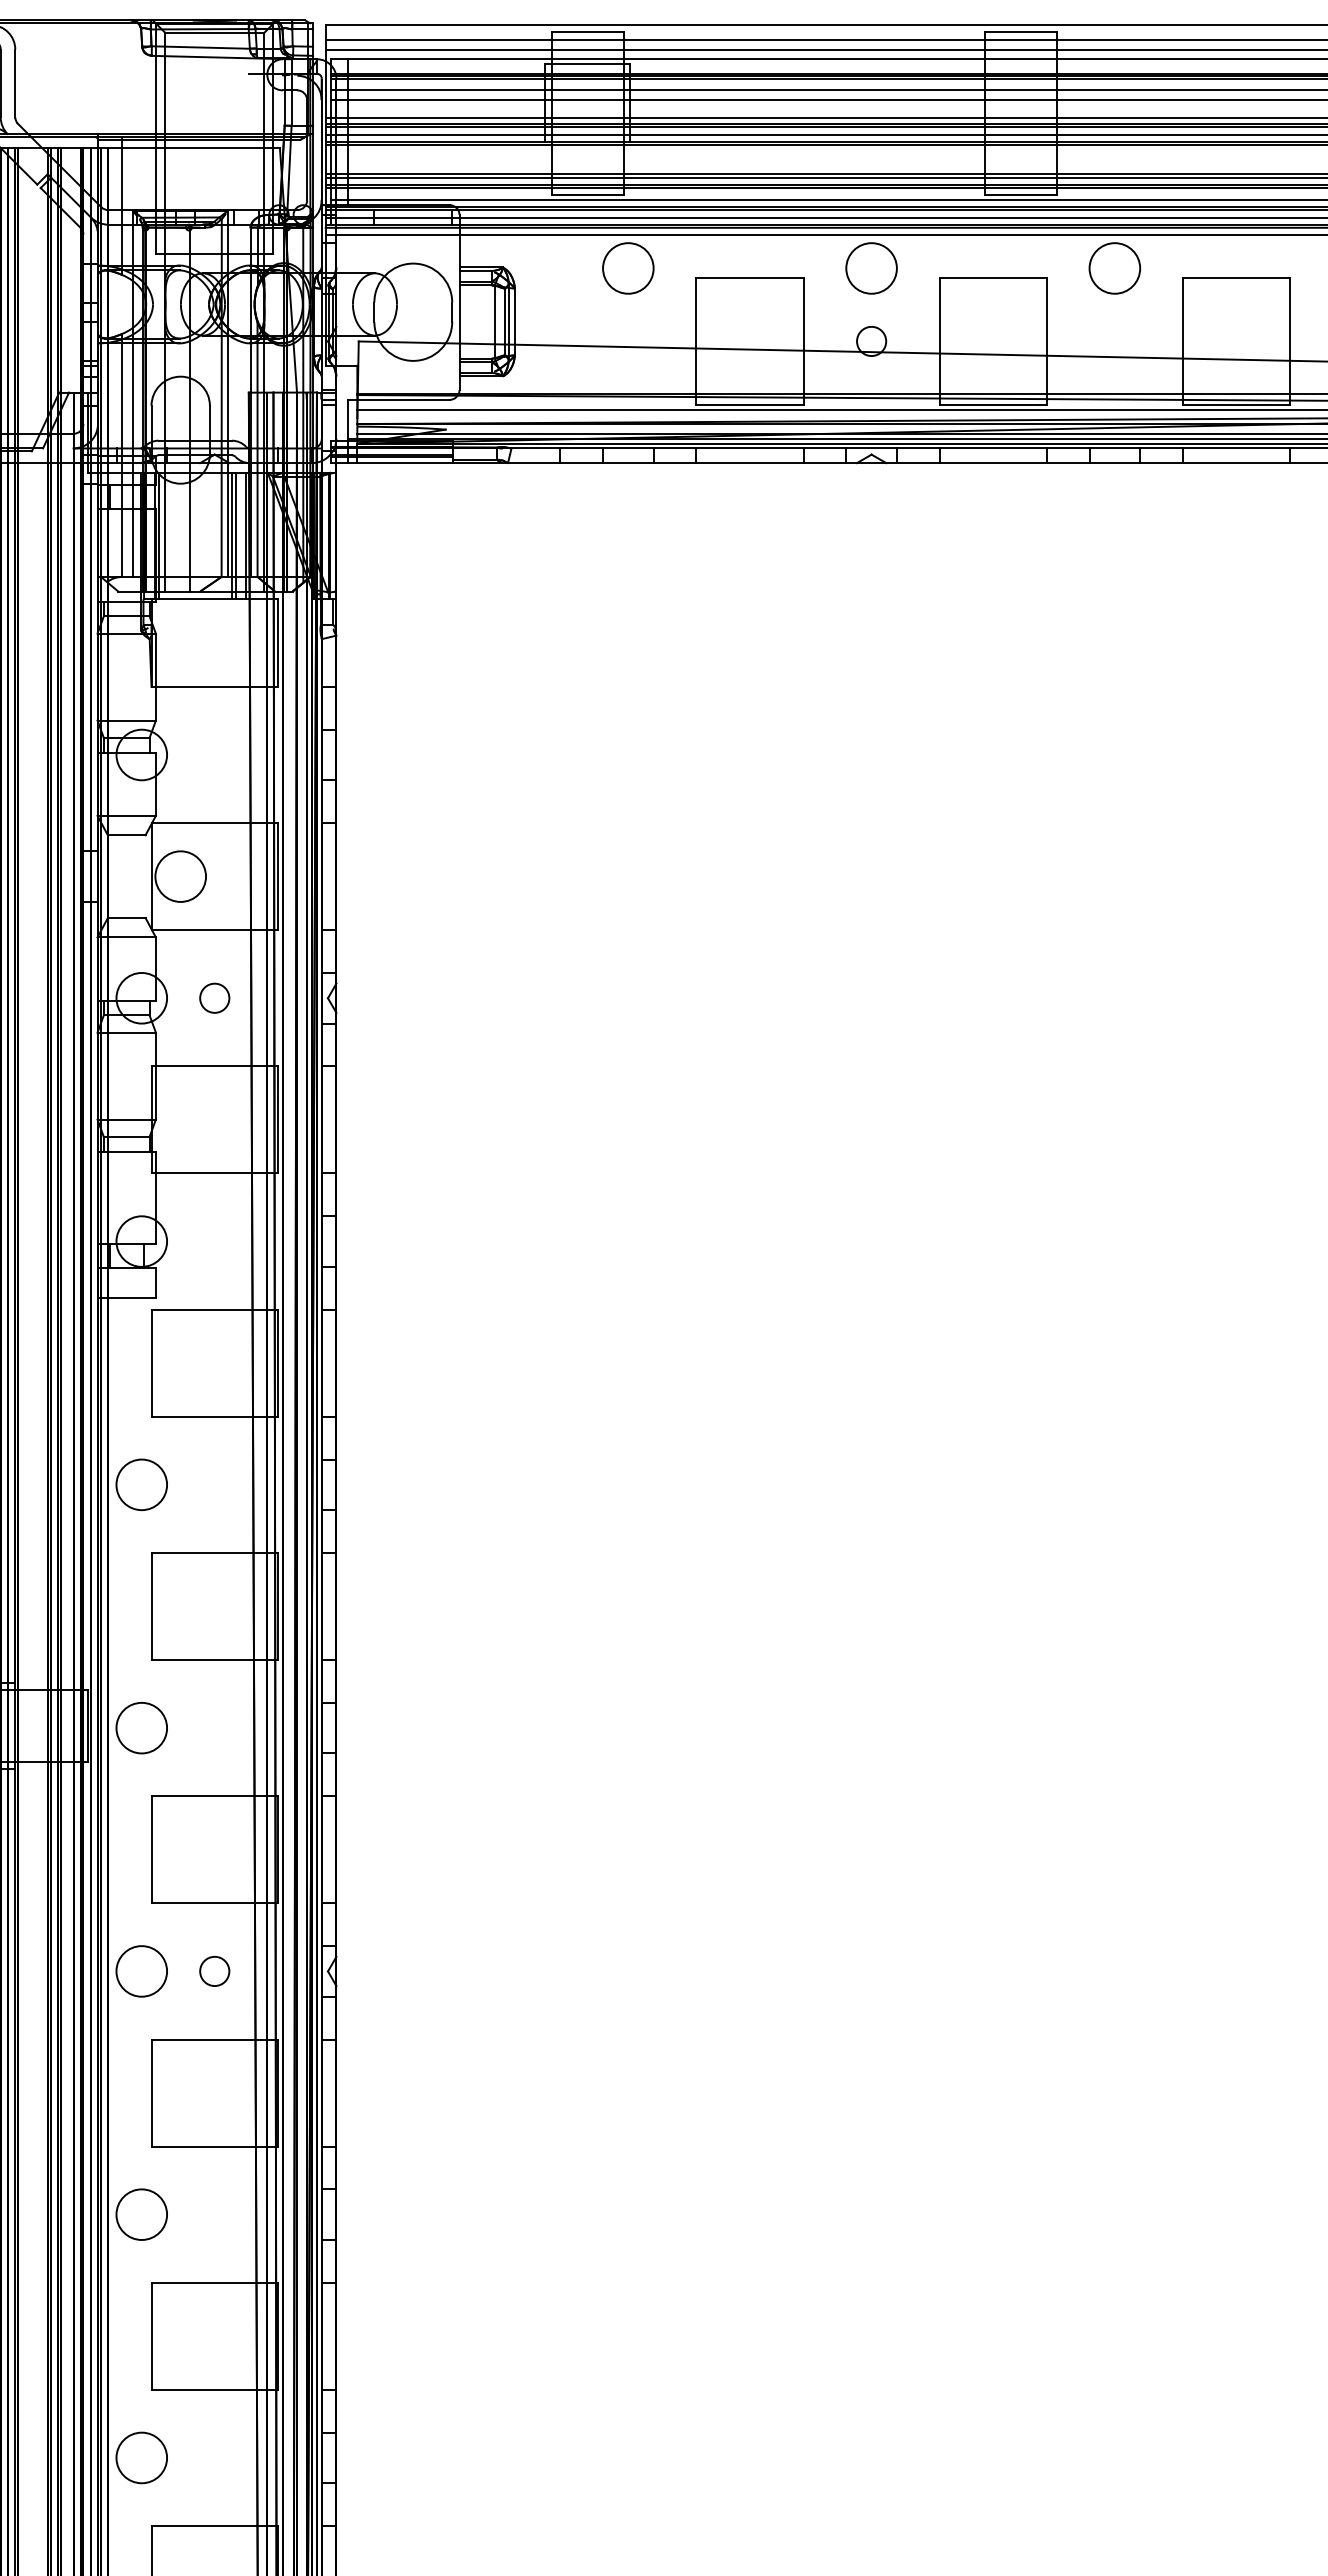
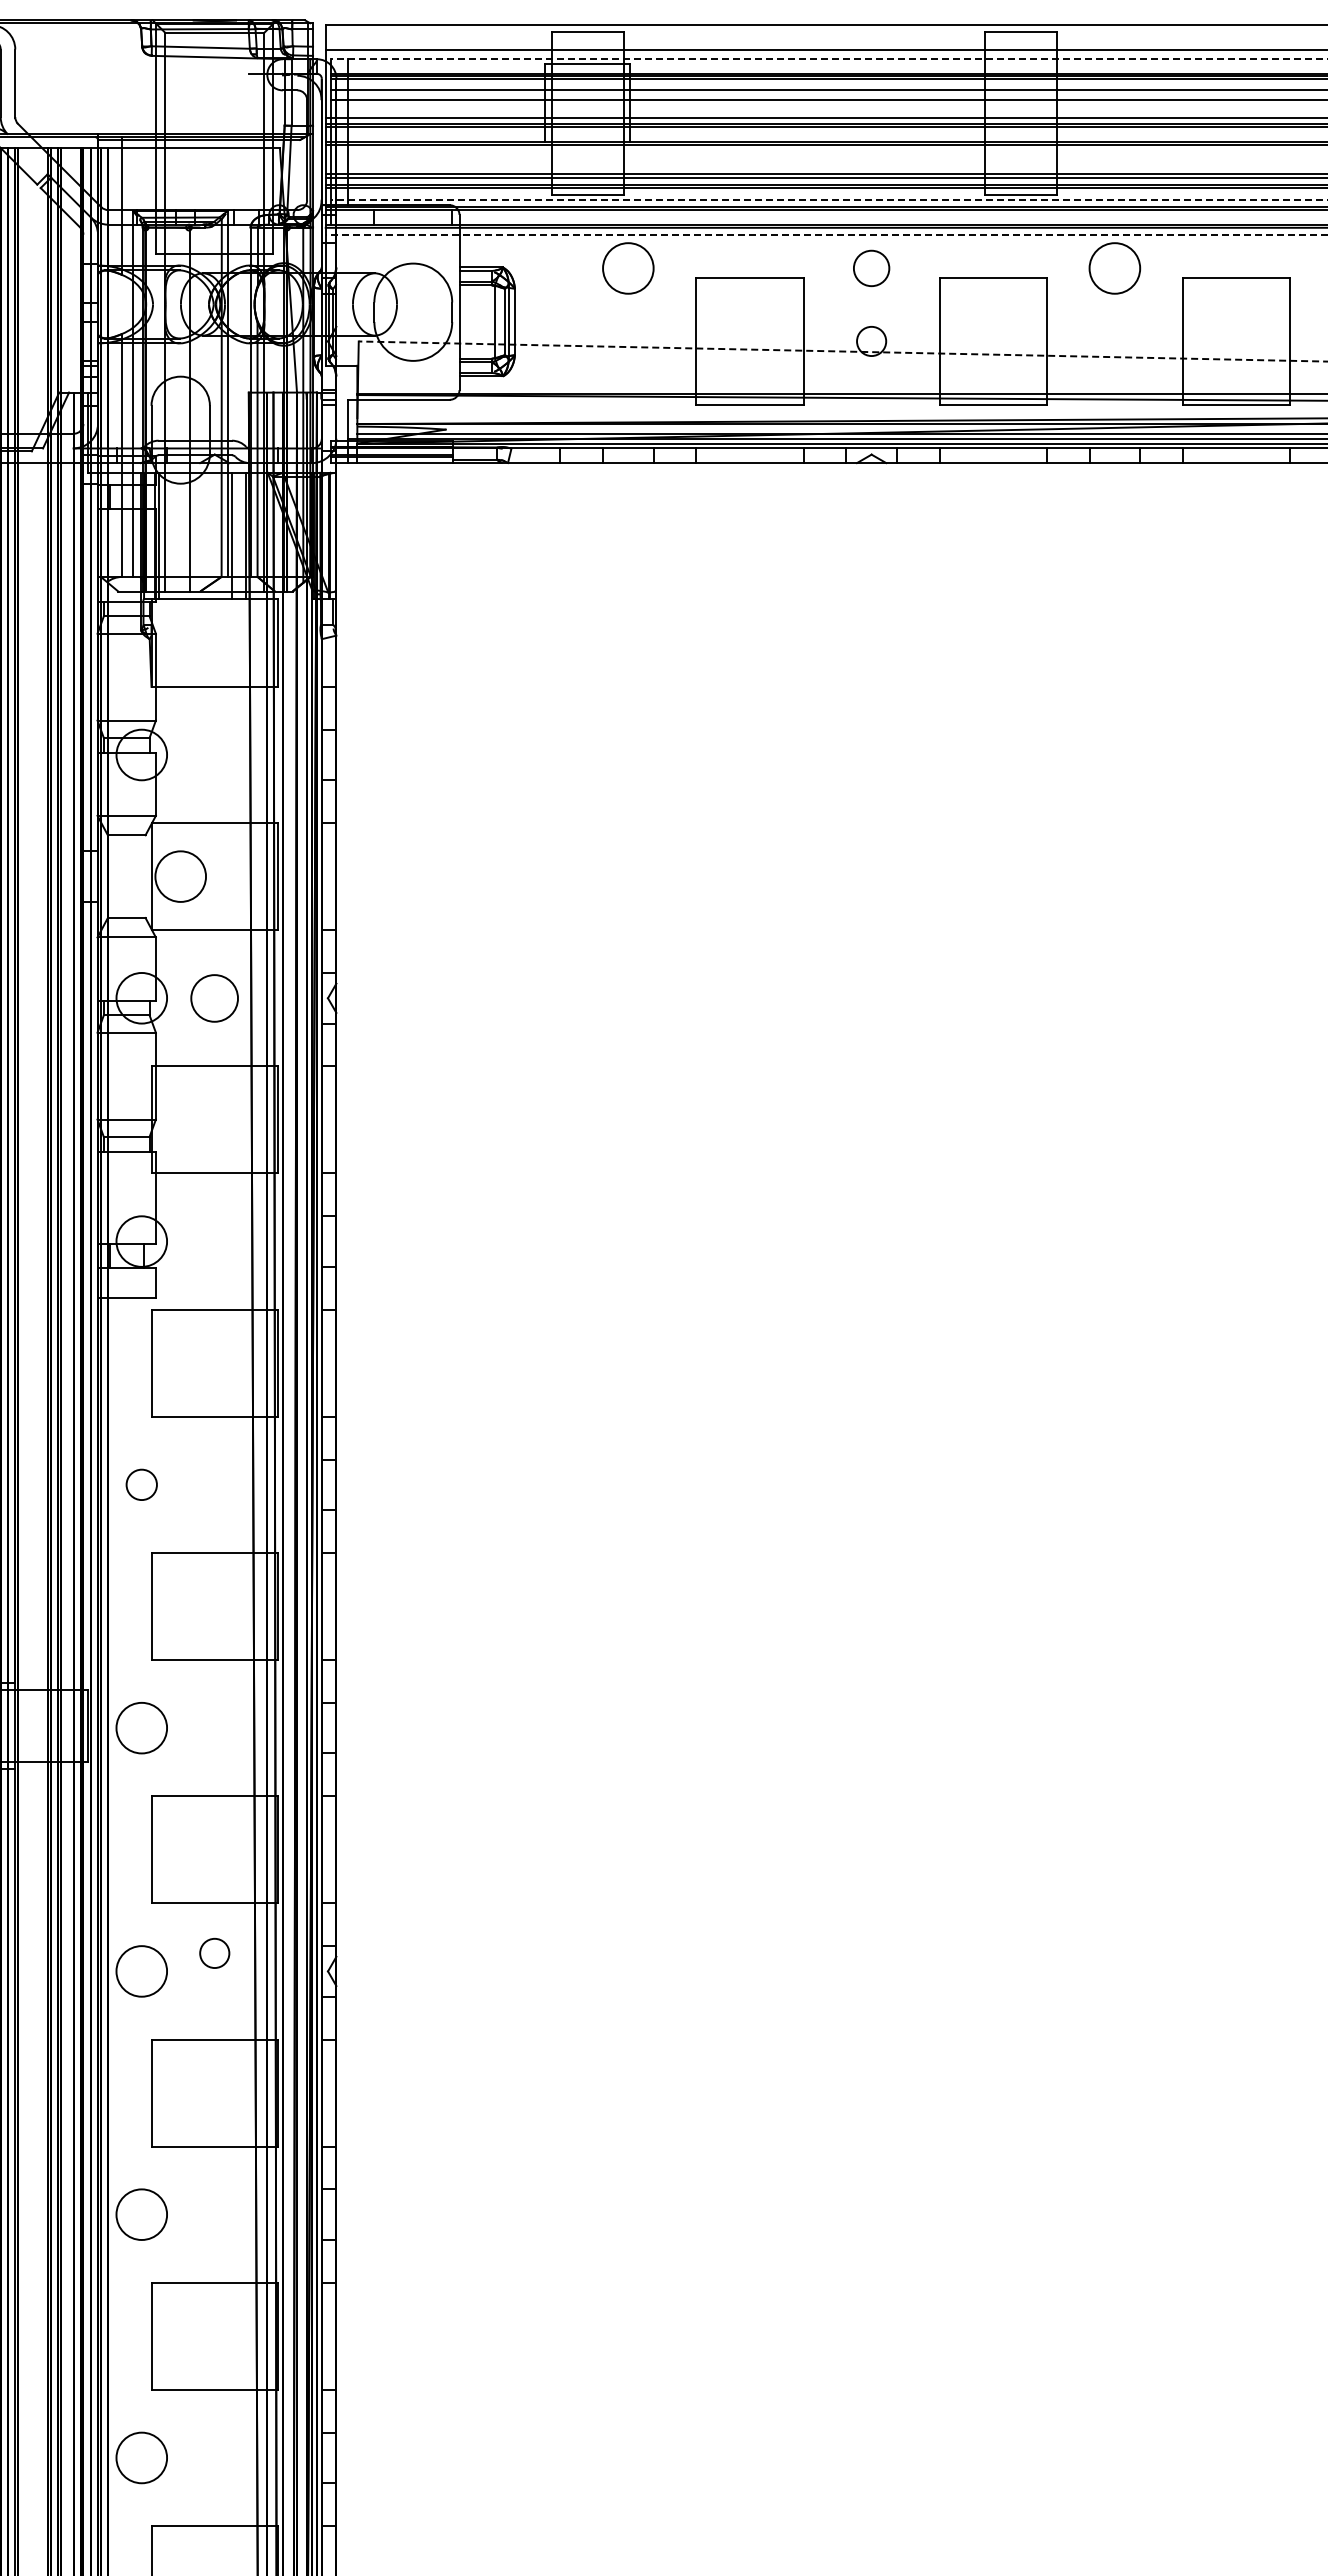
line at (824, 39): present -> none
line at (828, 59): solid -> dashed
line at (824, 134): present -> none
line at (828, 200): solid -> dashed
line at (824, 217): present -> none
line at (826, 234): solid -> dashed
circle at (871, 268) diameter: 51 px -> 35 px
line at (842, 351): solid -> dashed
line at (840, 409): present -> none
line at (235, 535): present -> none
circle at (214, 997) size: 32x32 px -> 49x49 px
circle at (141, 1484) diameter: 51 px -> 30 px
circle at (214, 1970) position: (214, 1970) -> (214, 1952)
